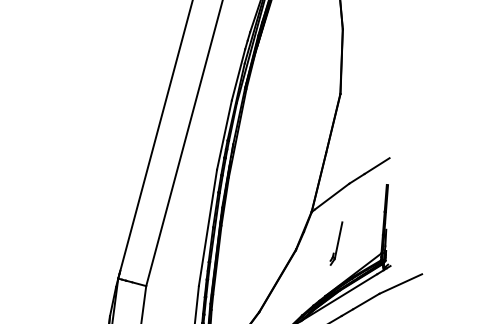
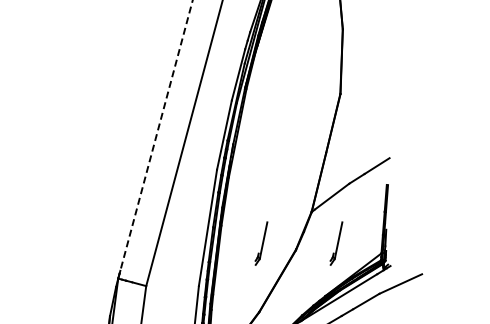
line at (155, 139): solid -> dashed
part at (261, 243): none -> present
